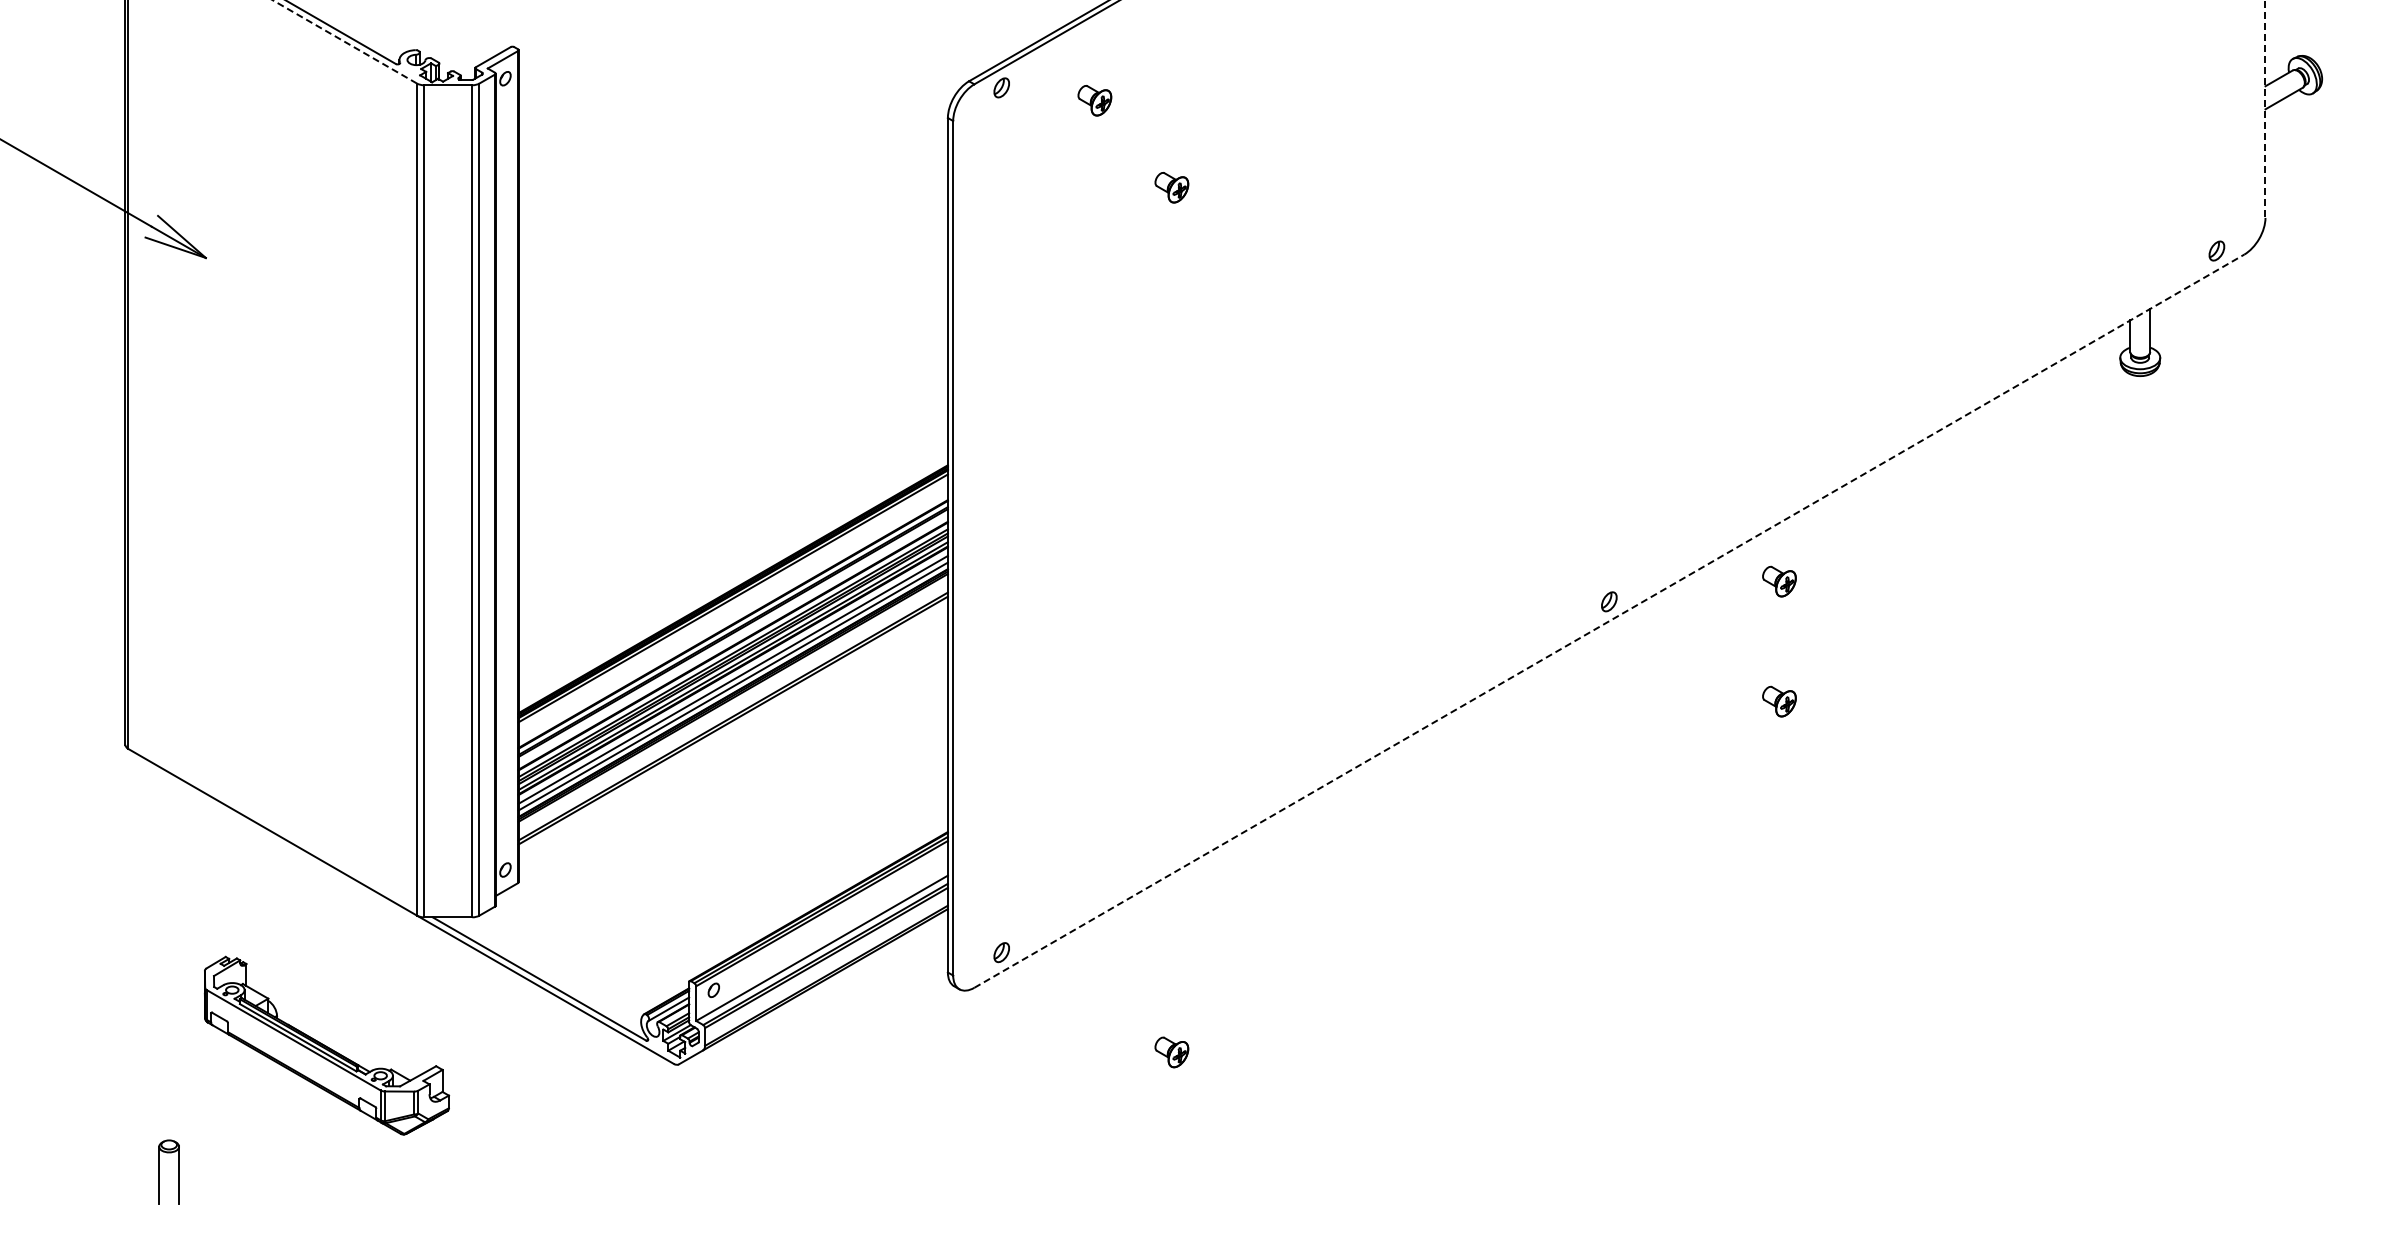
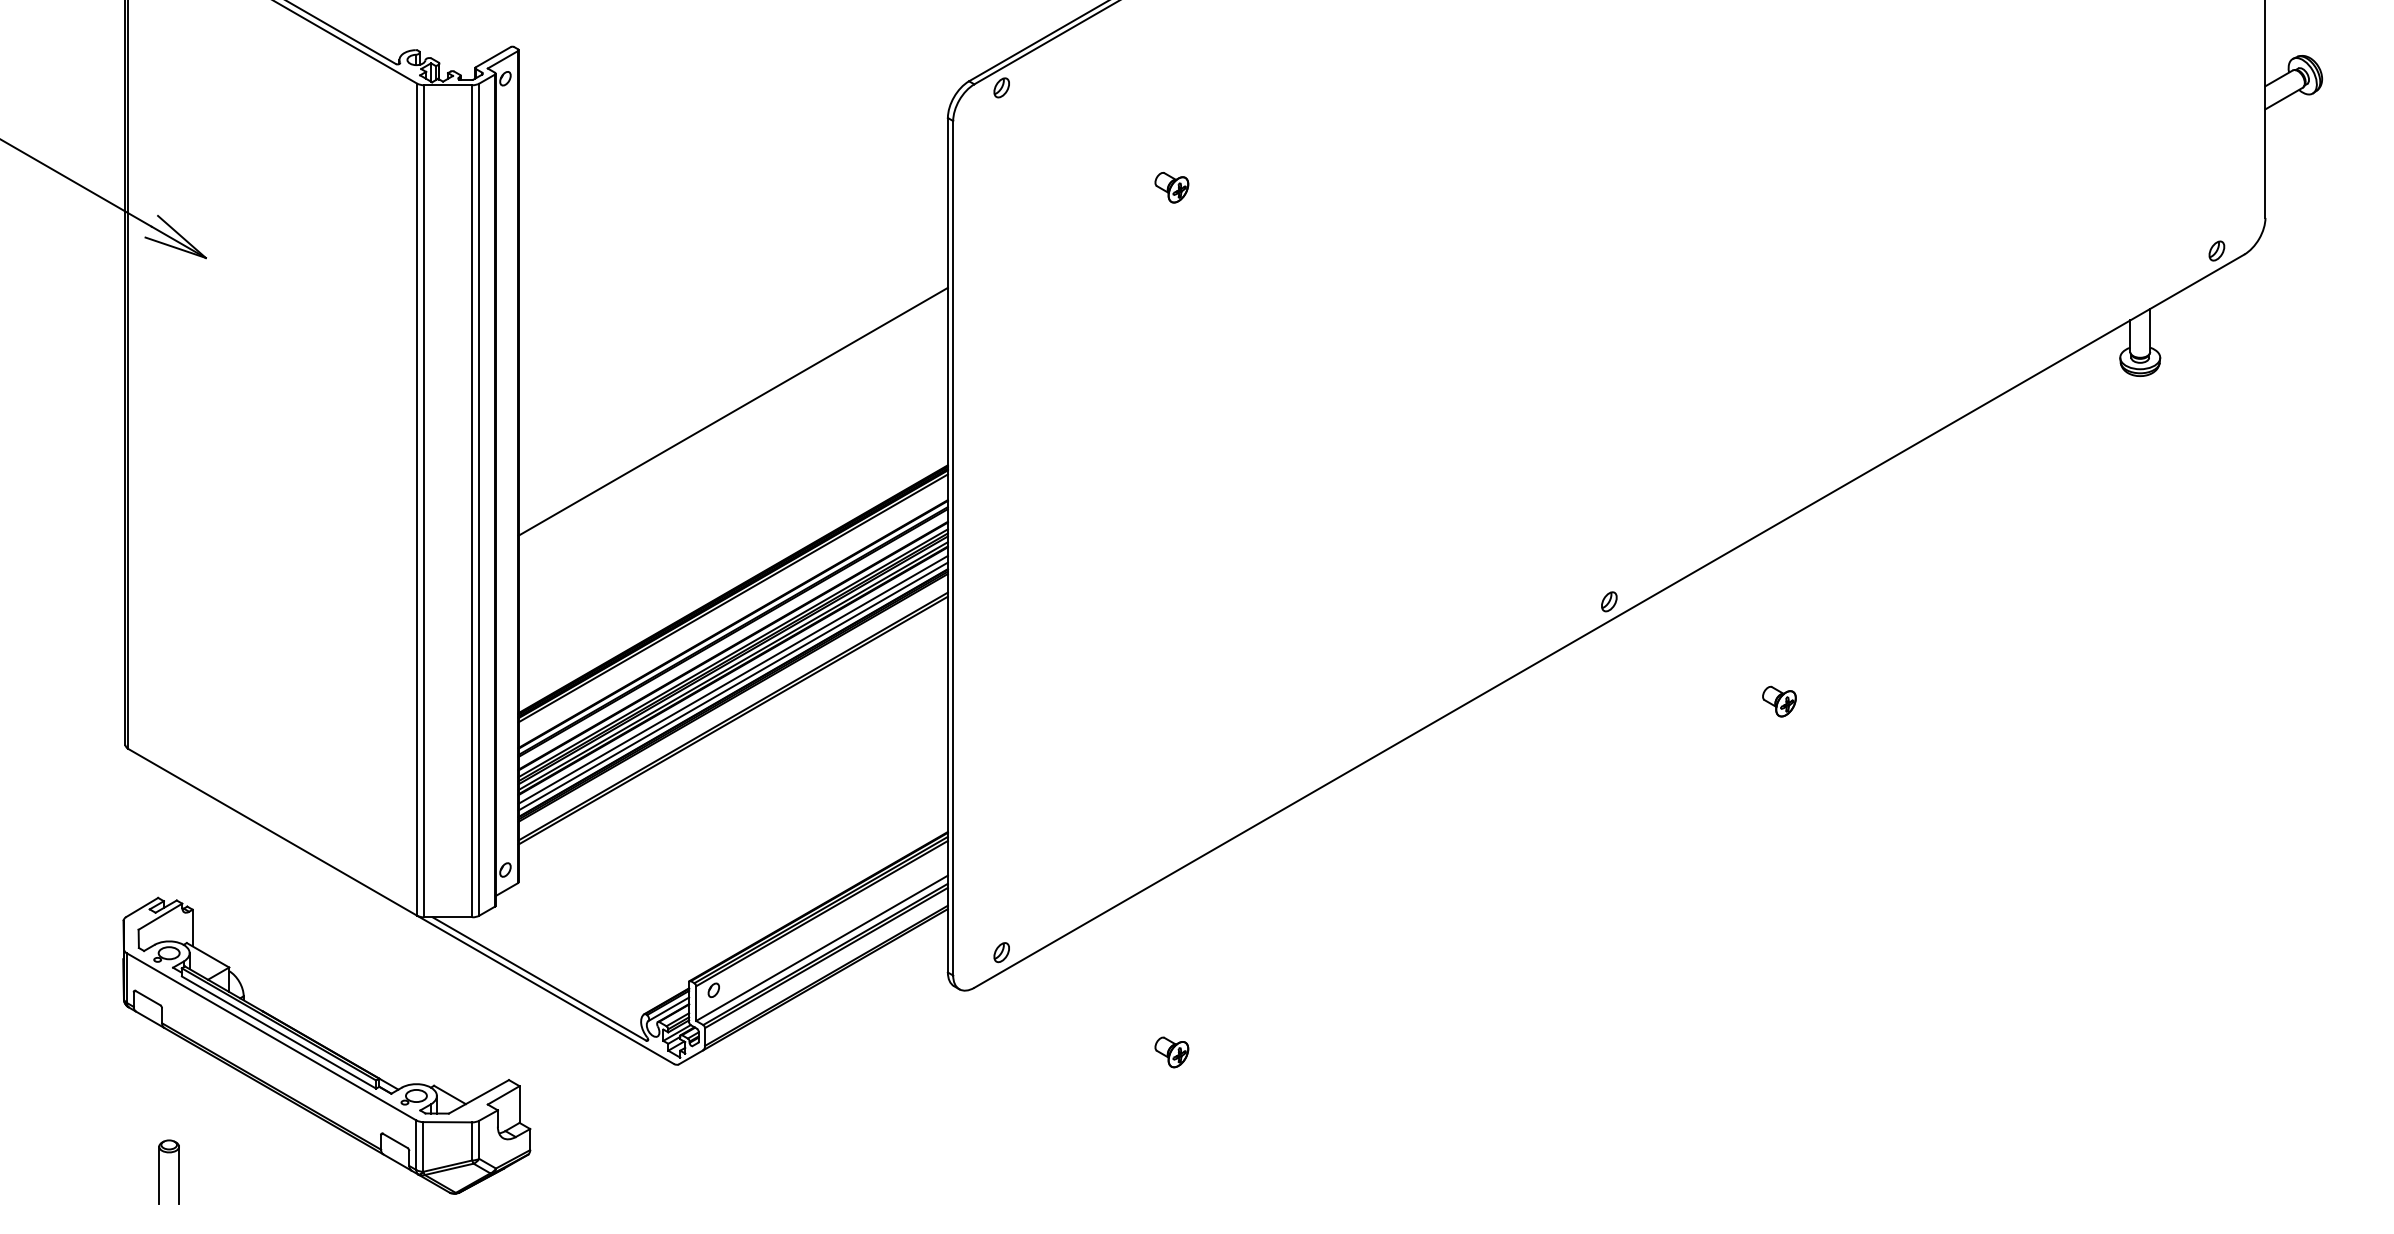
line at (344, 41): dashed -> solid
part at (1094, 100): present -> none
line at (2265, 108): dashed -> solid
line at (732, 411): none -> present
part at (1779, 581): present -> none
line at (1609, 620): dashed -> solid
part at (326, 1045) size: 246x181 px -> 410x299 px
